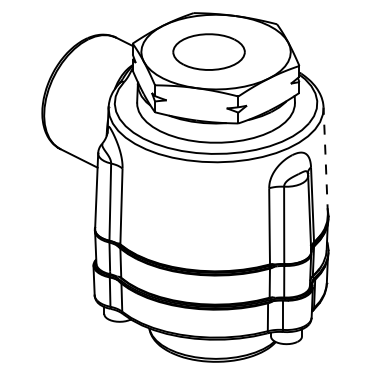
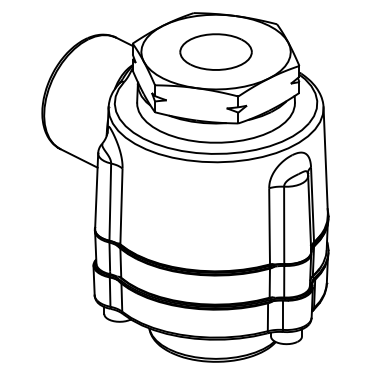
part at (208, 51) position: (208, 51) -> (215, 51)
line at (325, 160): dashed -> solid
